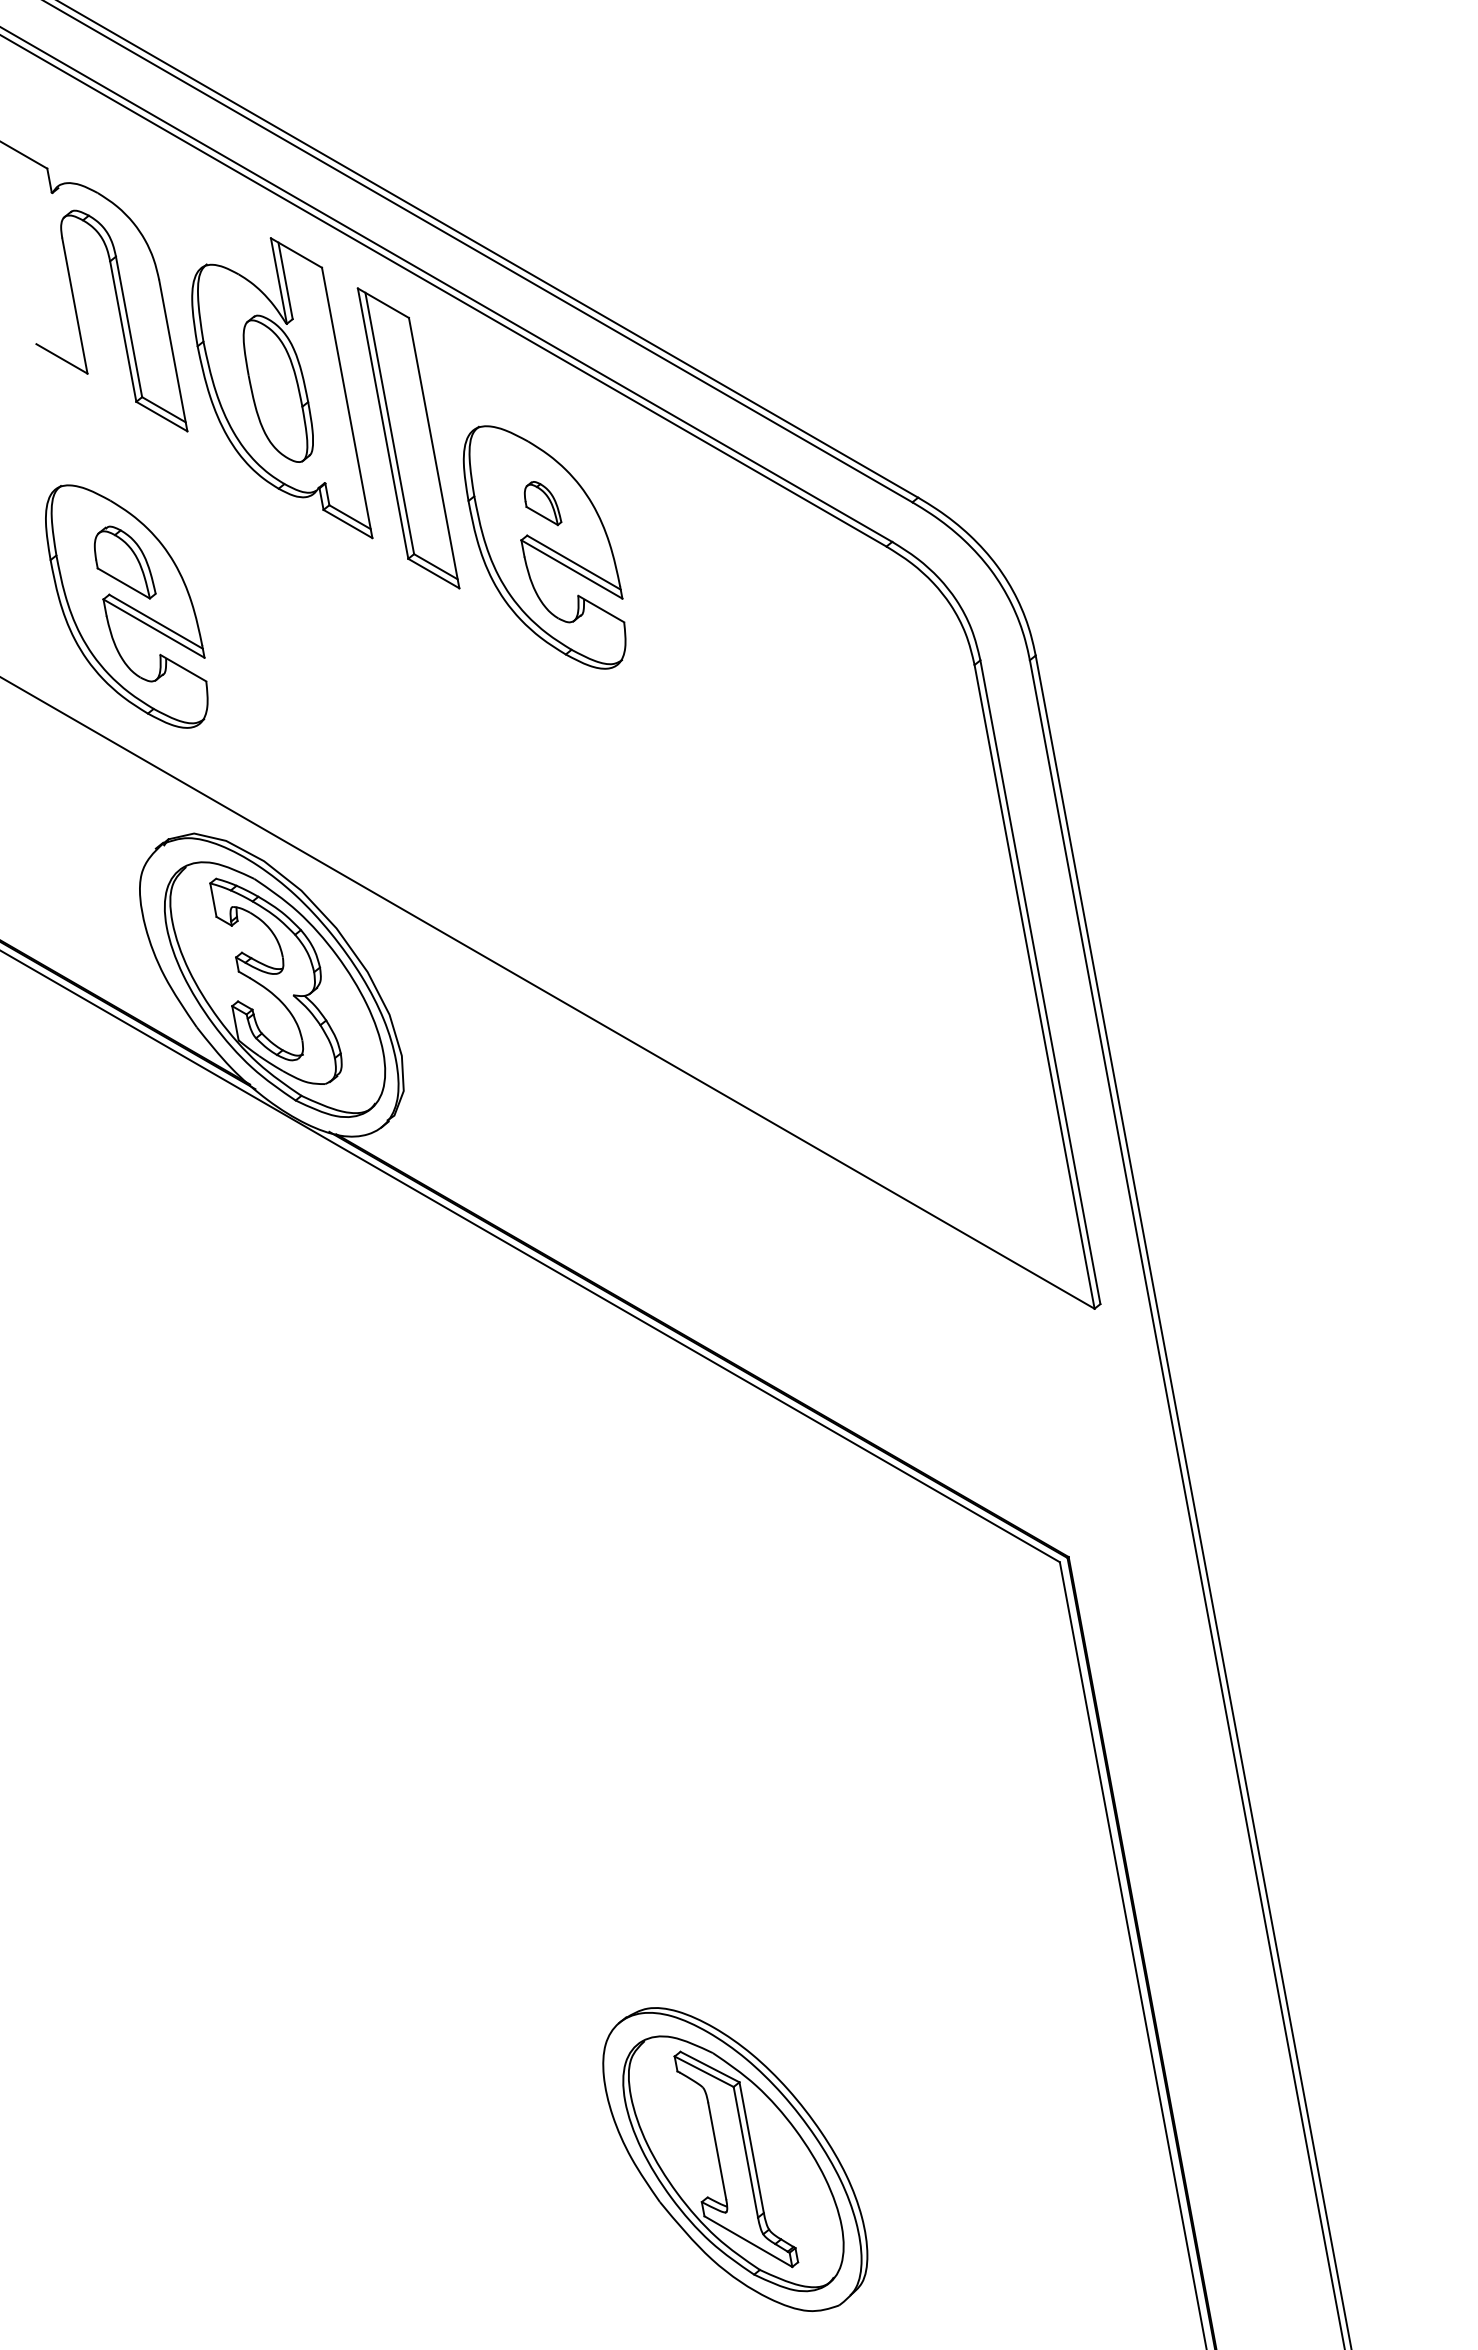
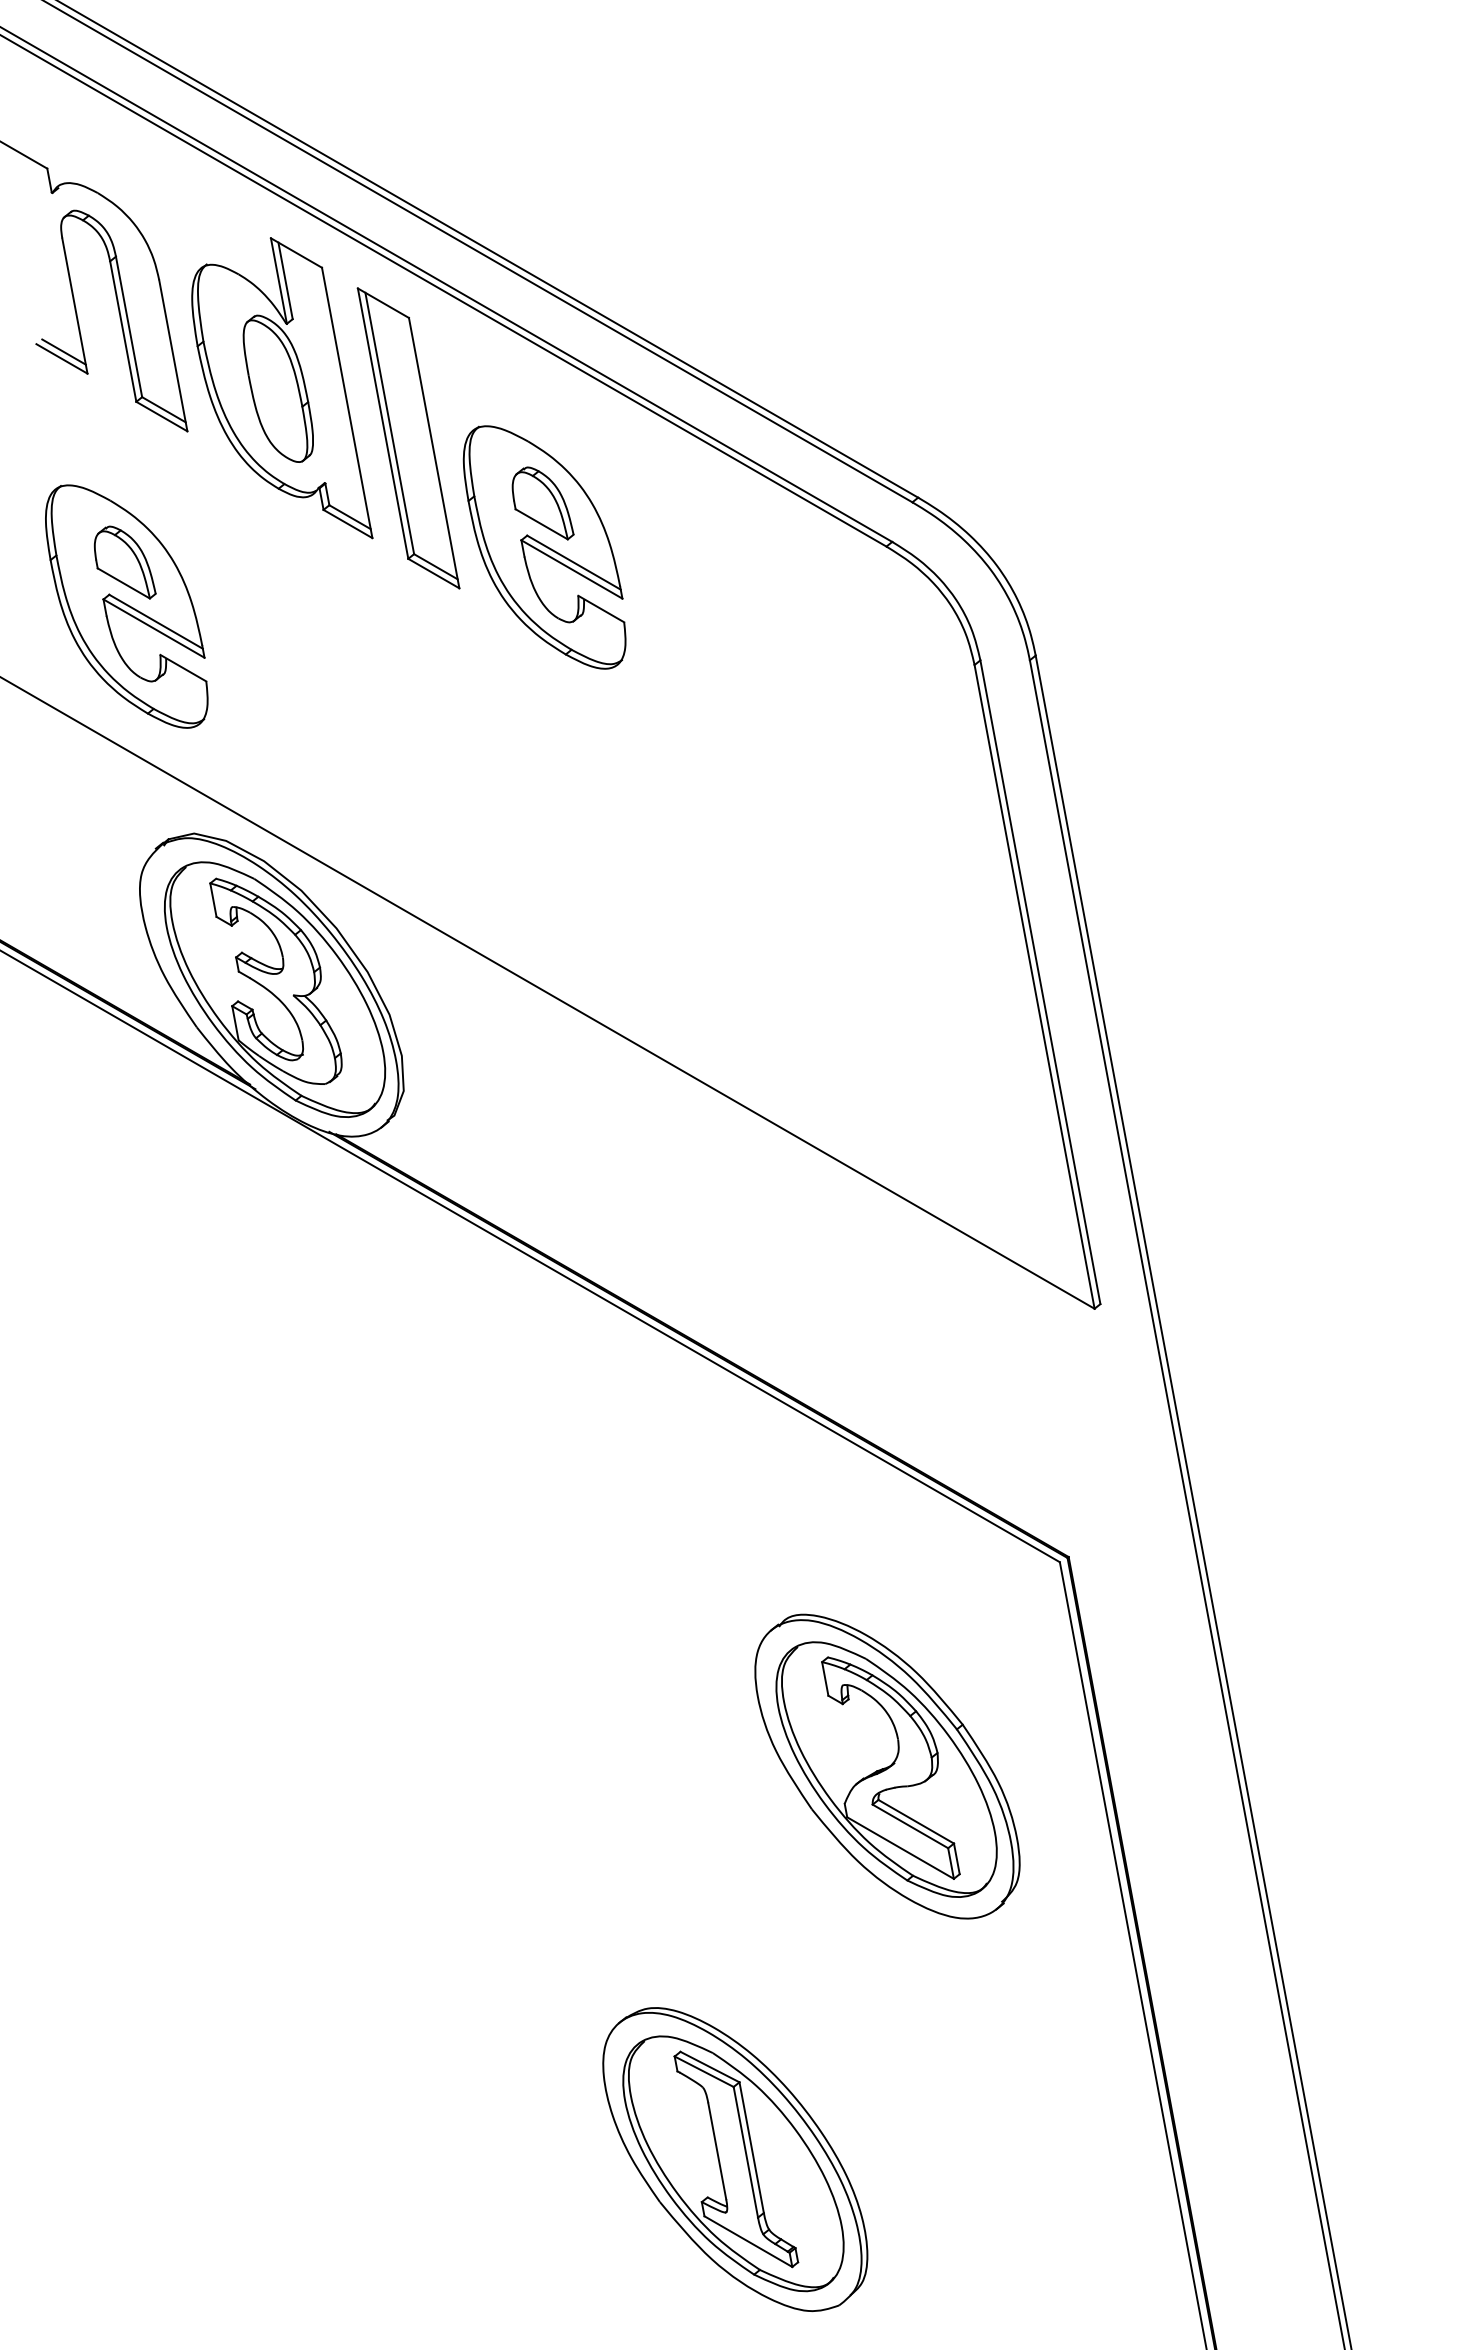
line at (63, 351): none -> present
part at (542, 503) size: 40x46 px -> 64x75 px
part at (887, 1766): none -> present
